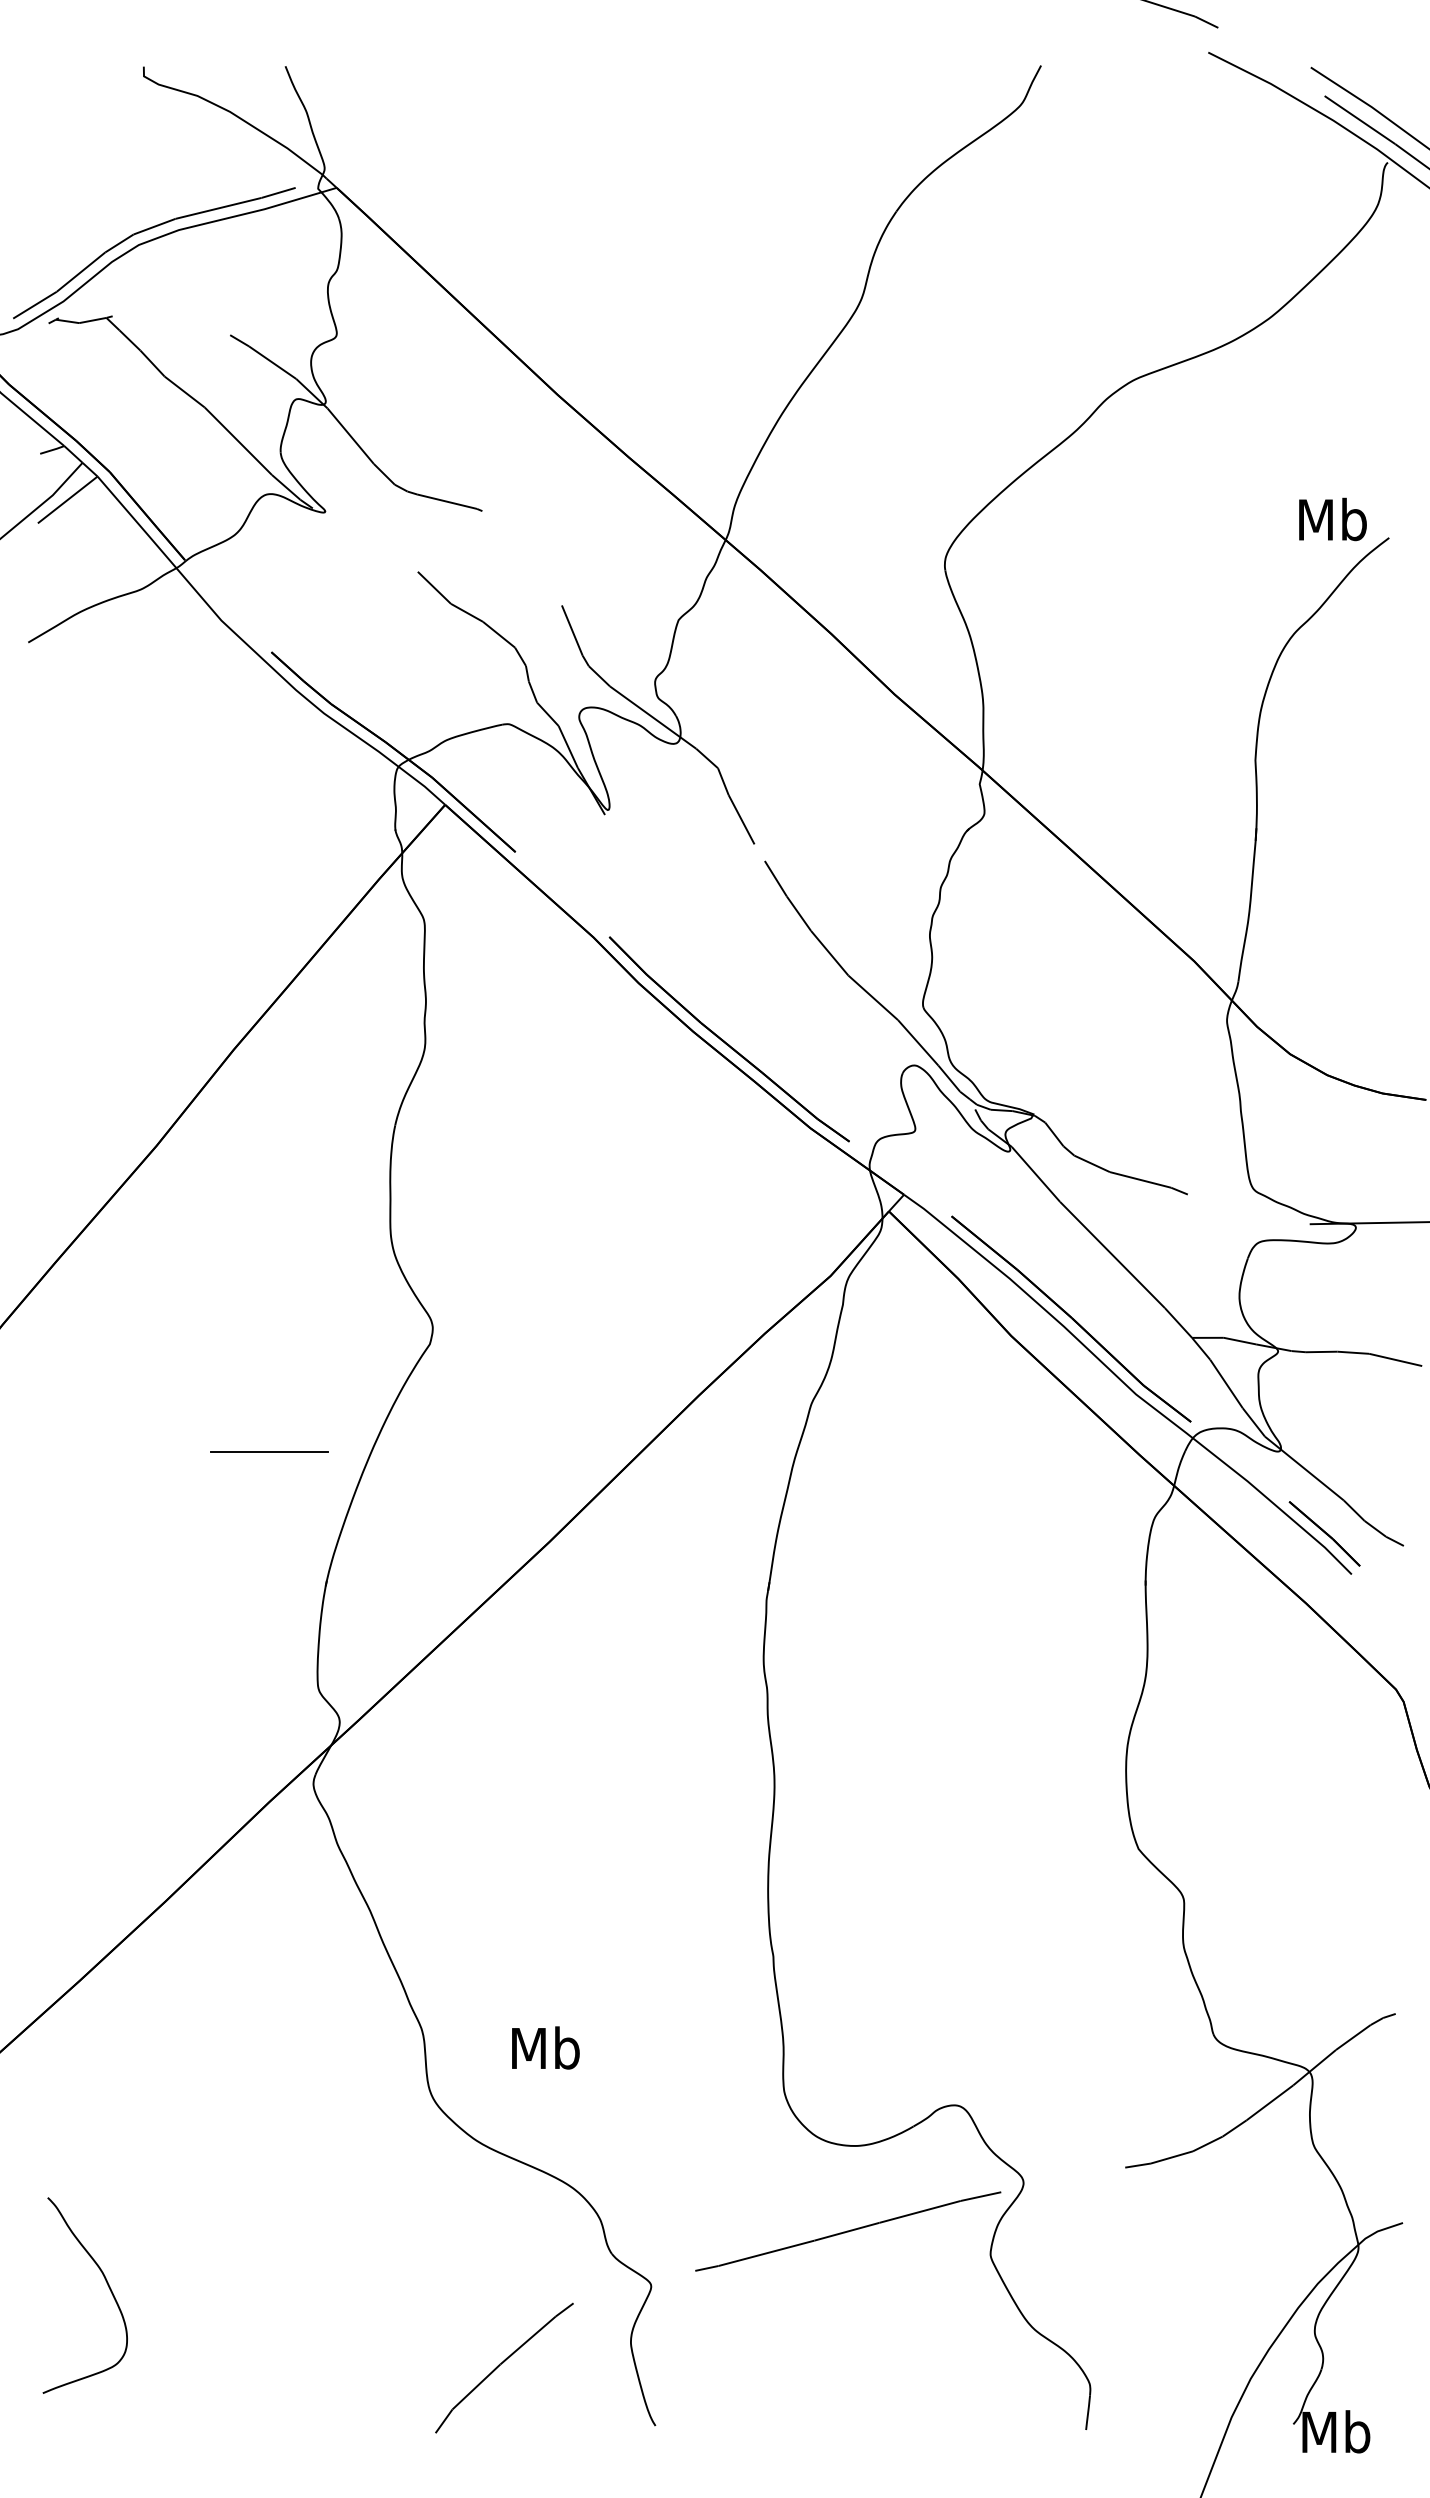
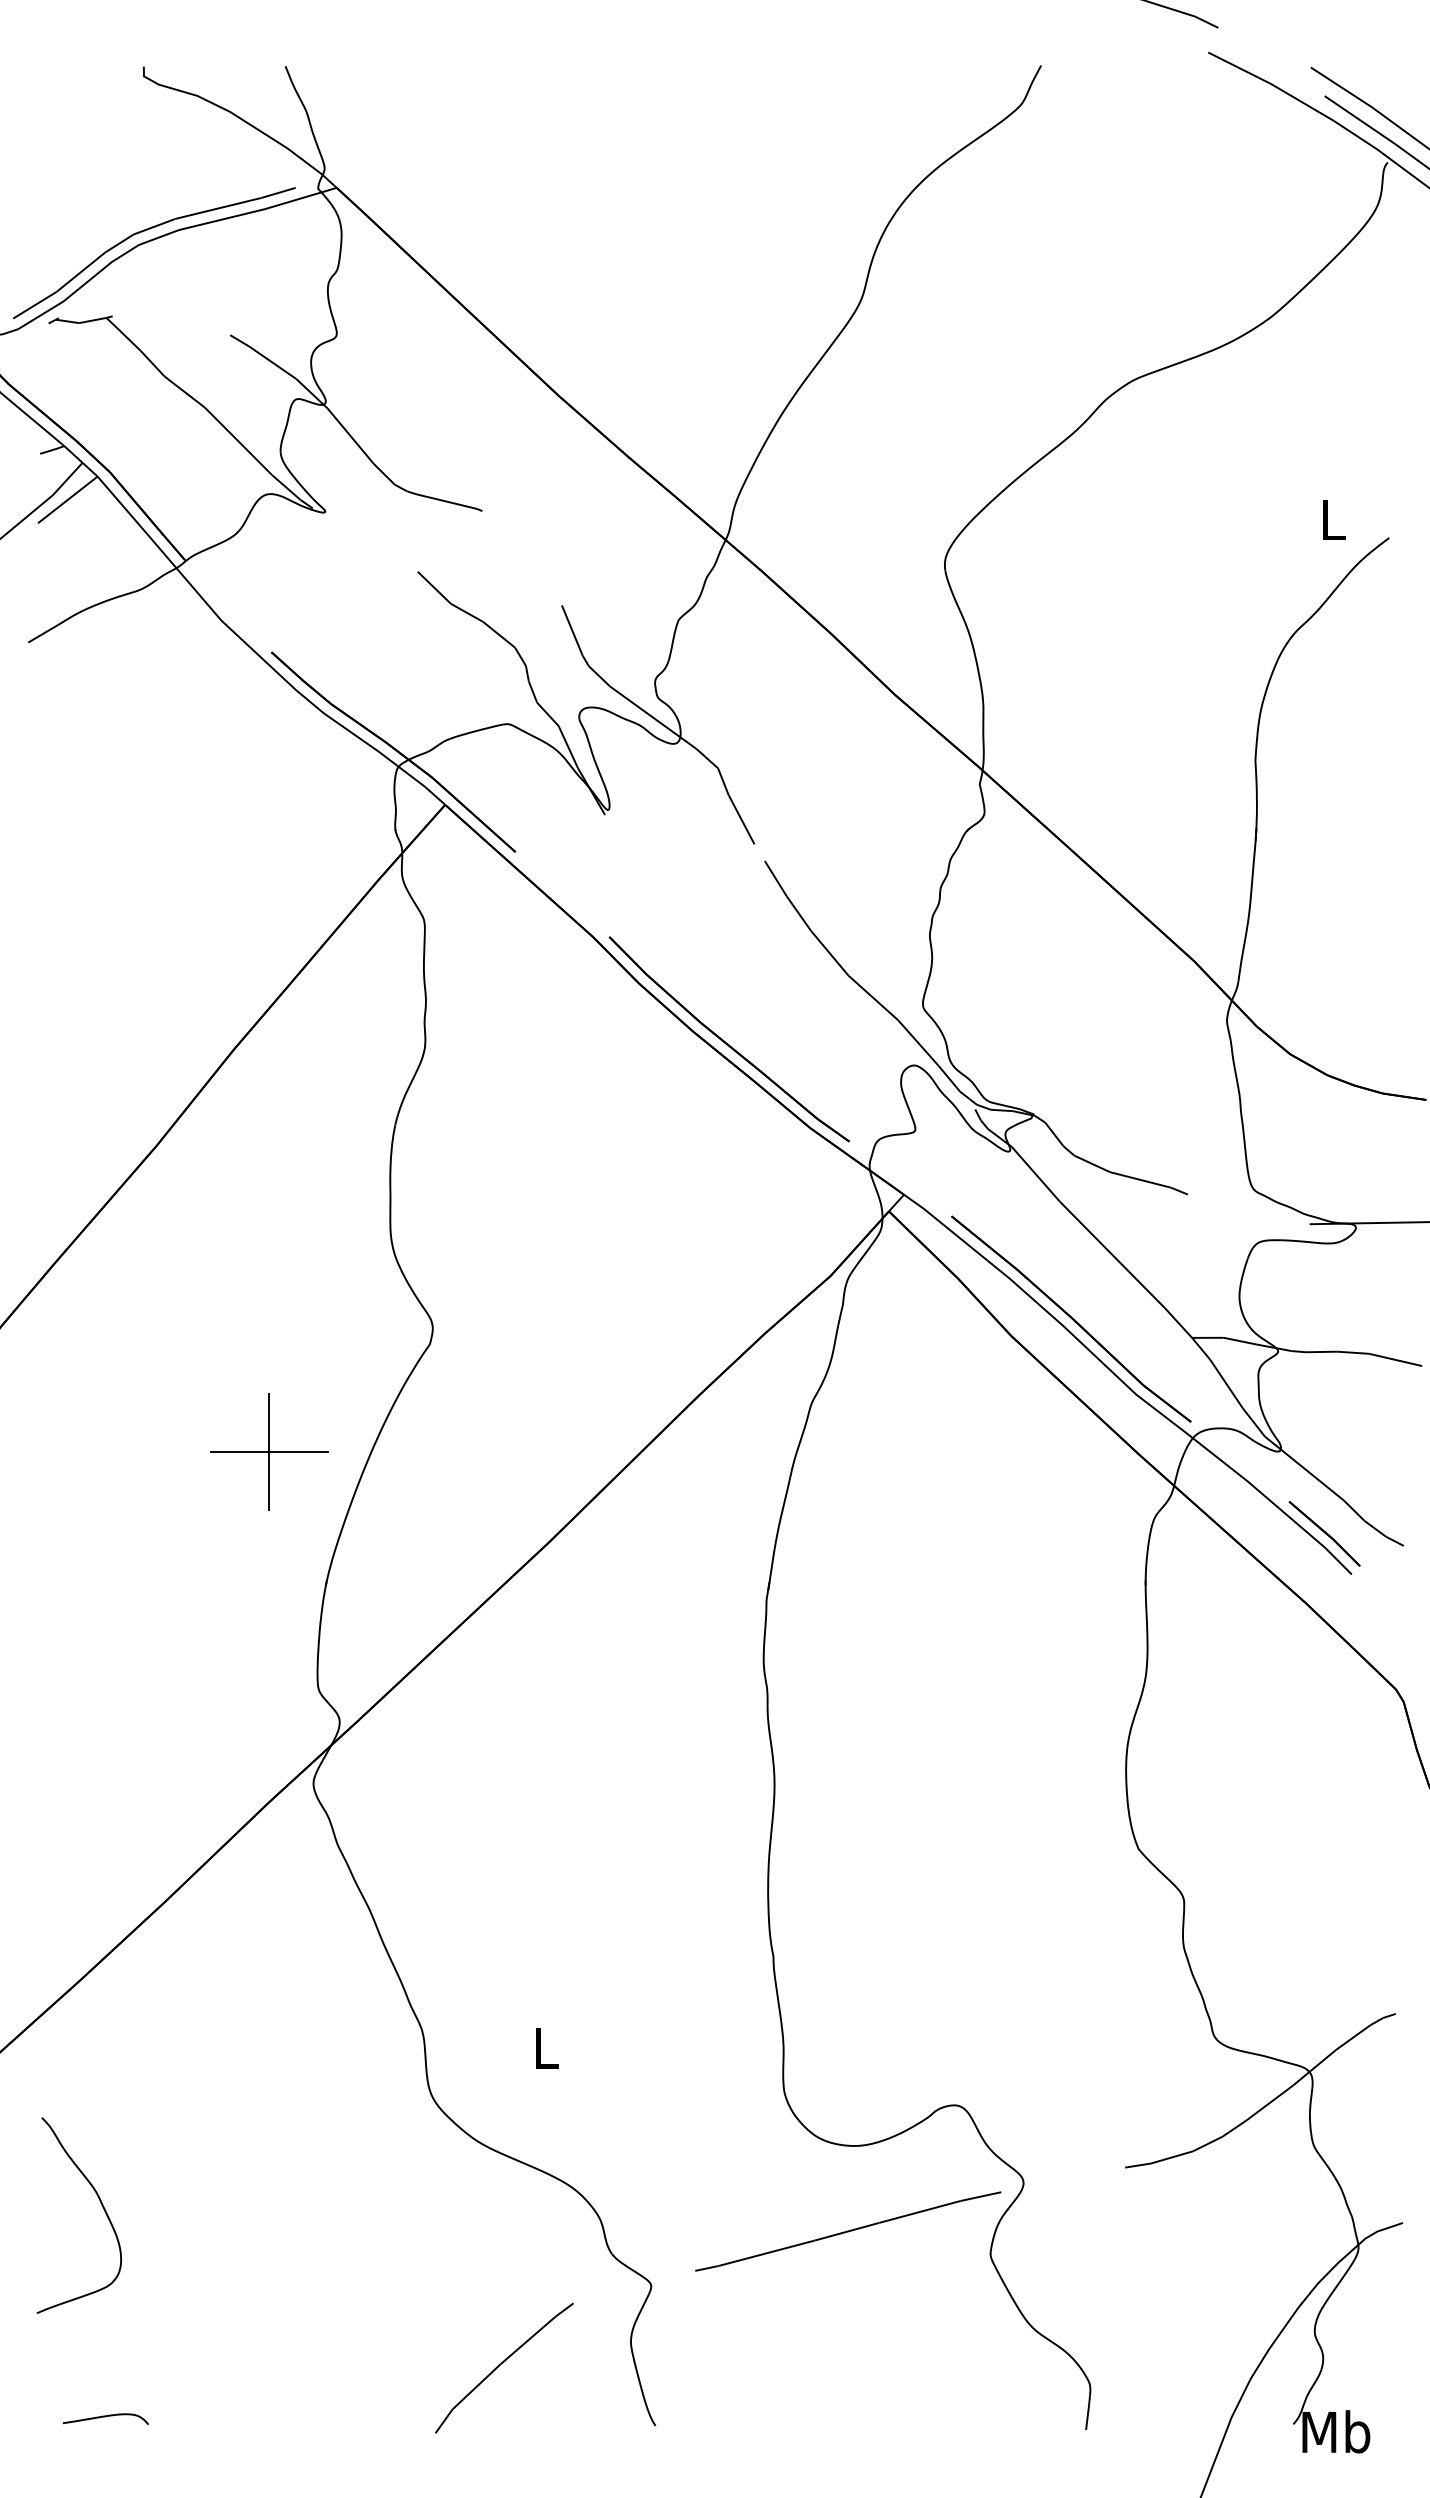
text at (1332, 519): Mb -> L
line at (269, 1451): none -> present
text at (545, 2047): Mb -> L
curve at (106, 2283) position: (106, 2283) -> (100, 2203)
curve at (105, 2417): none -> present
